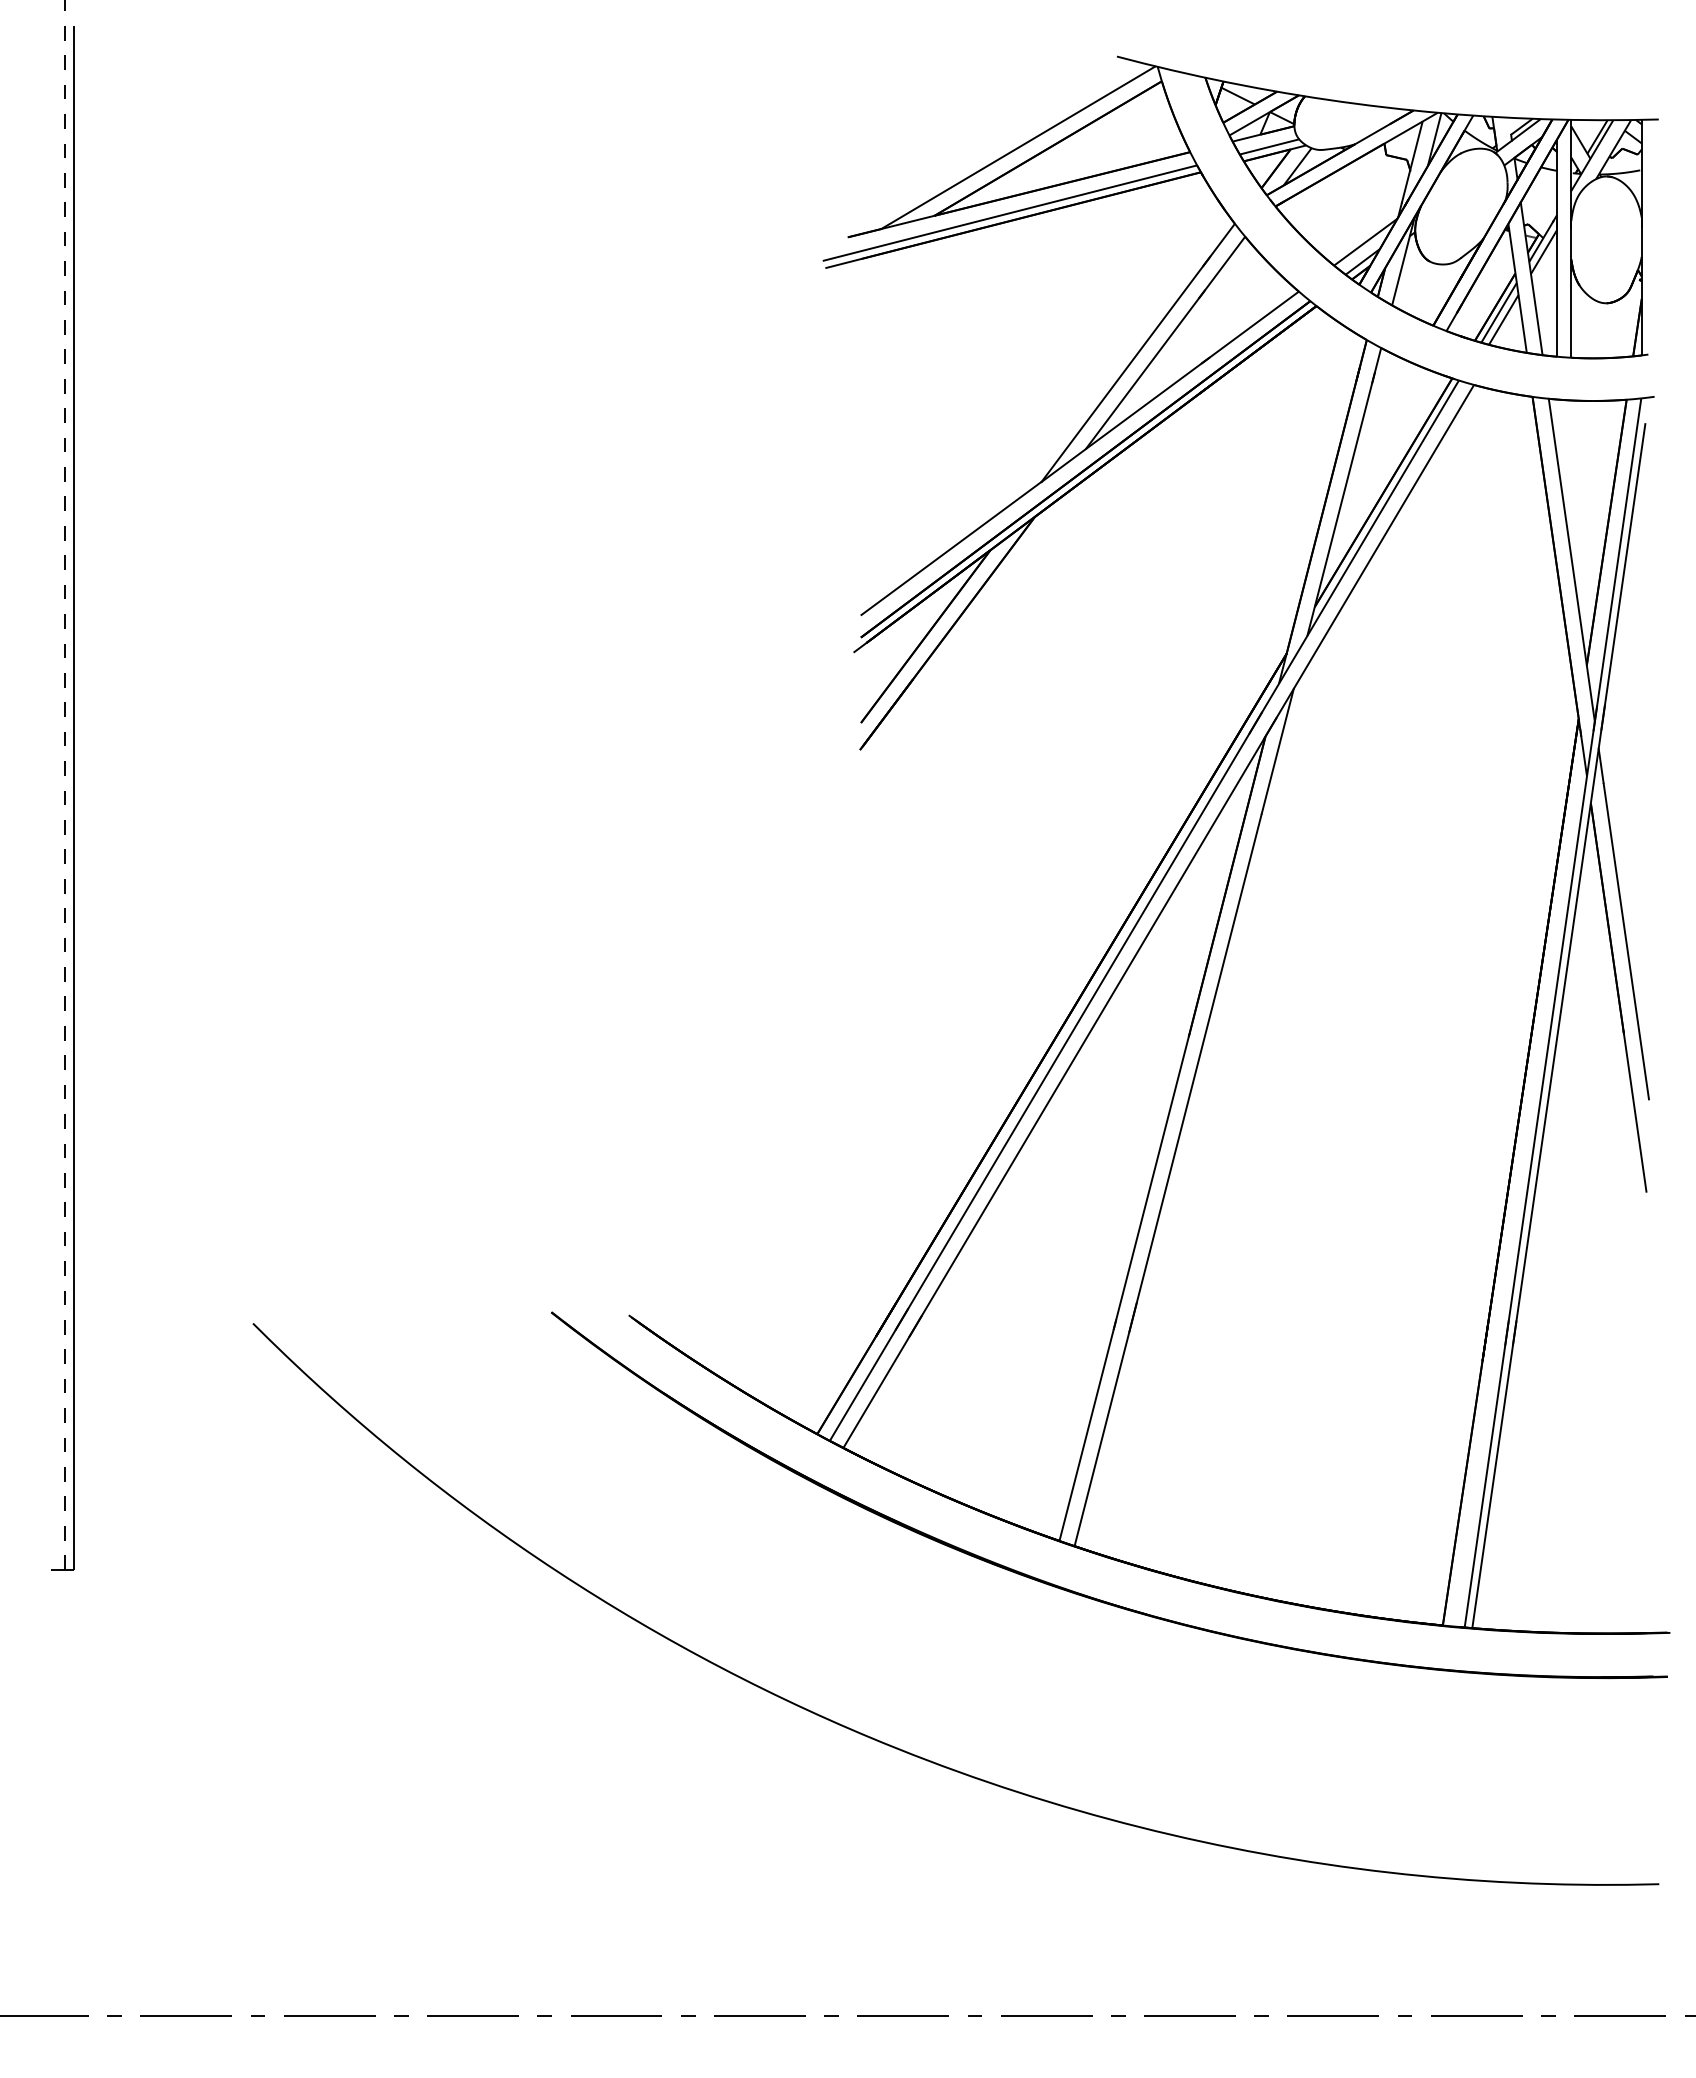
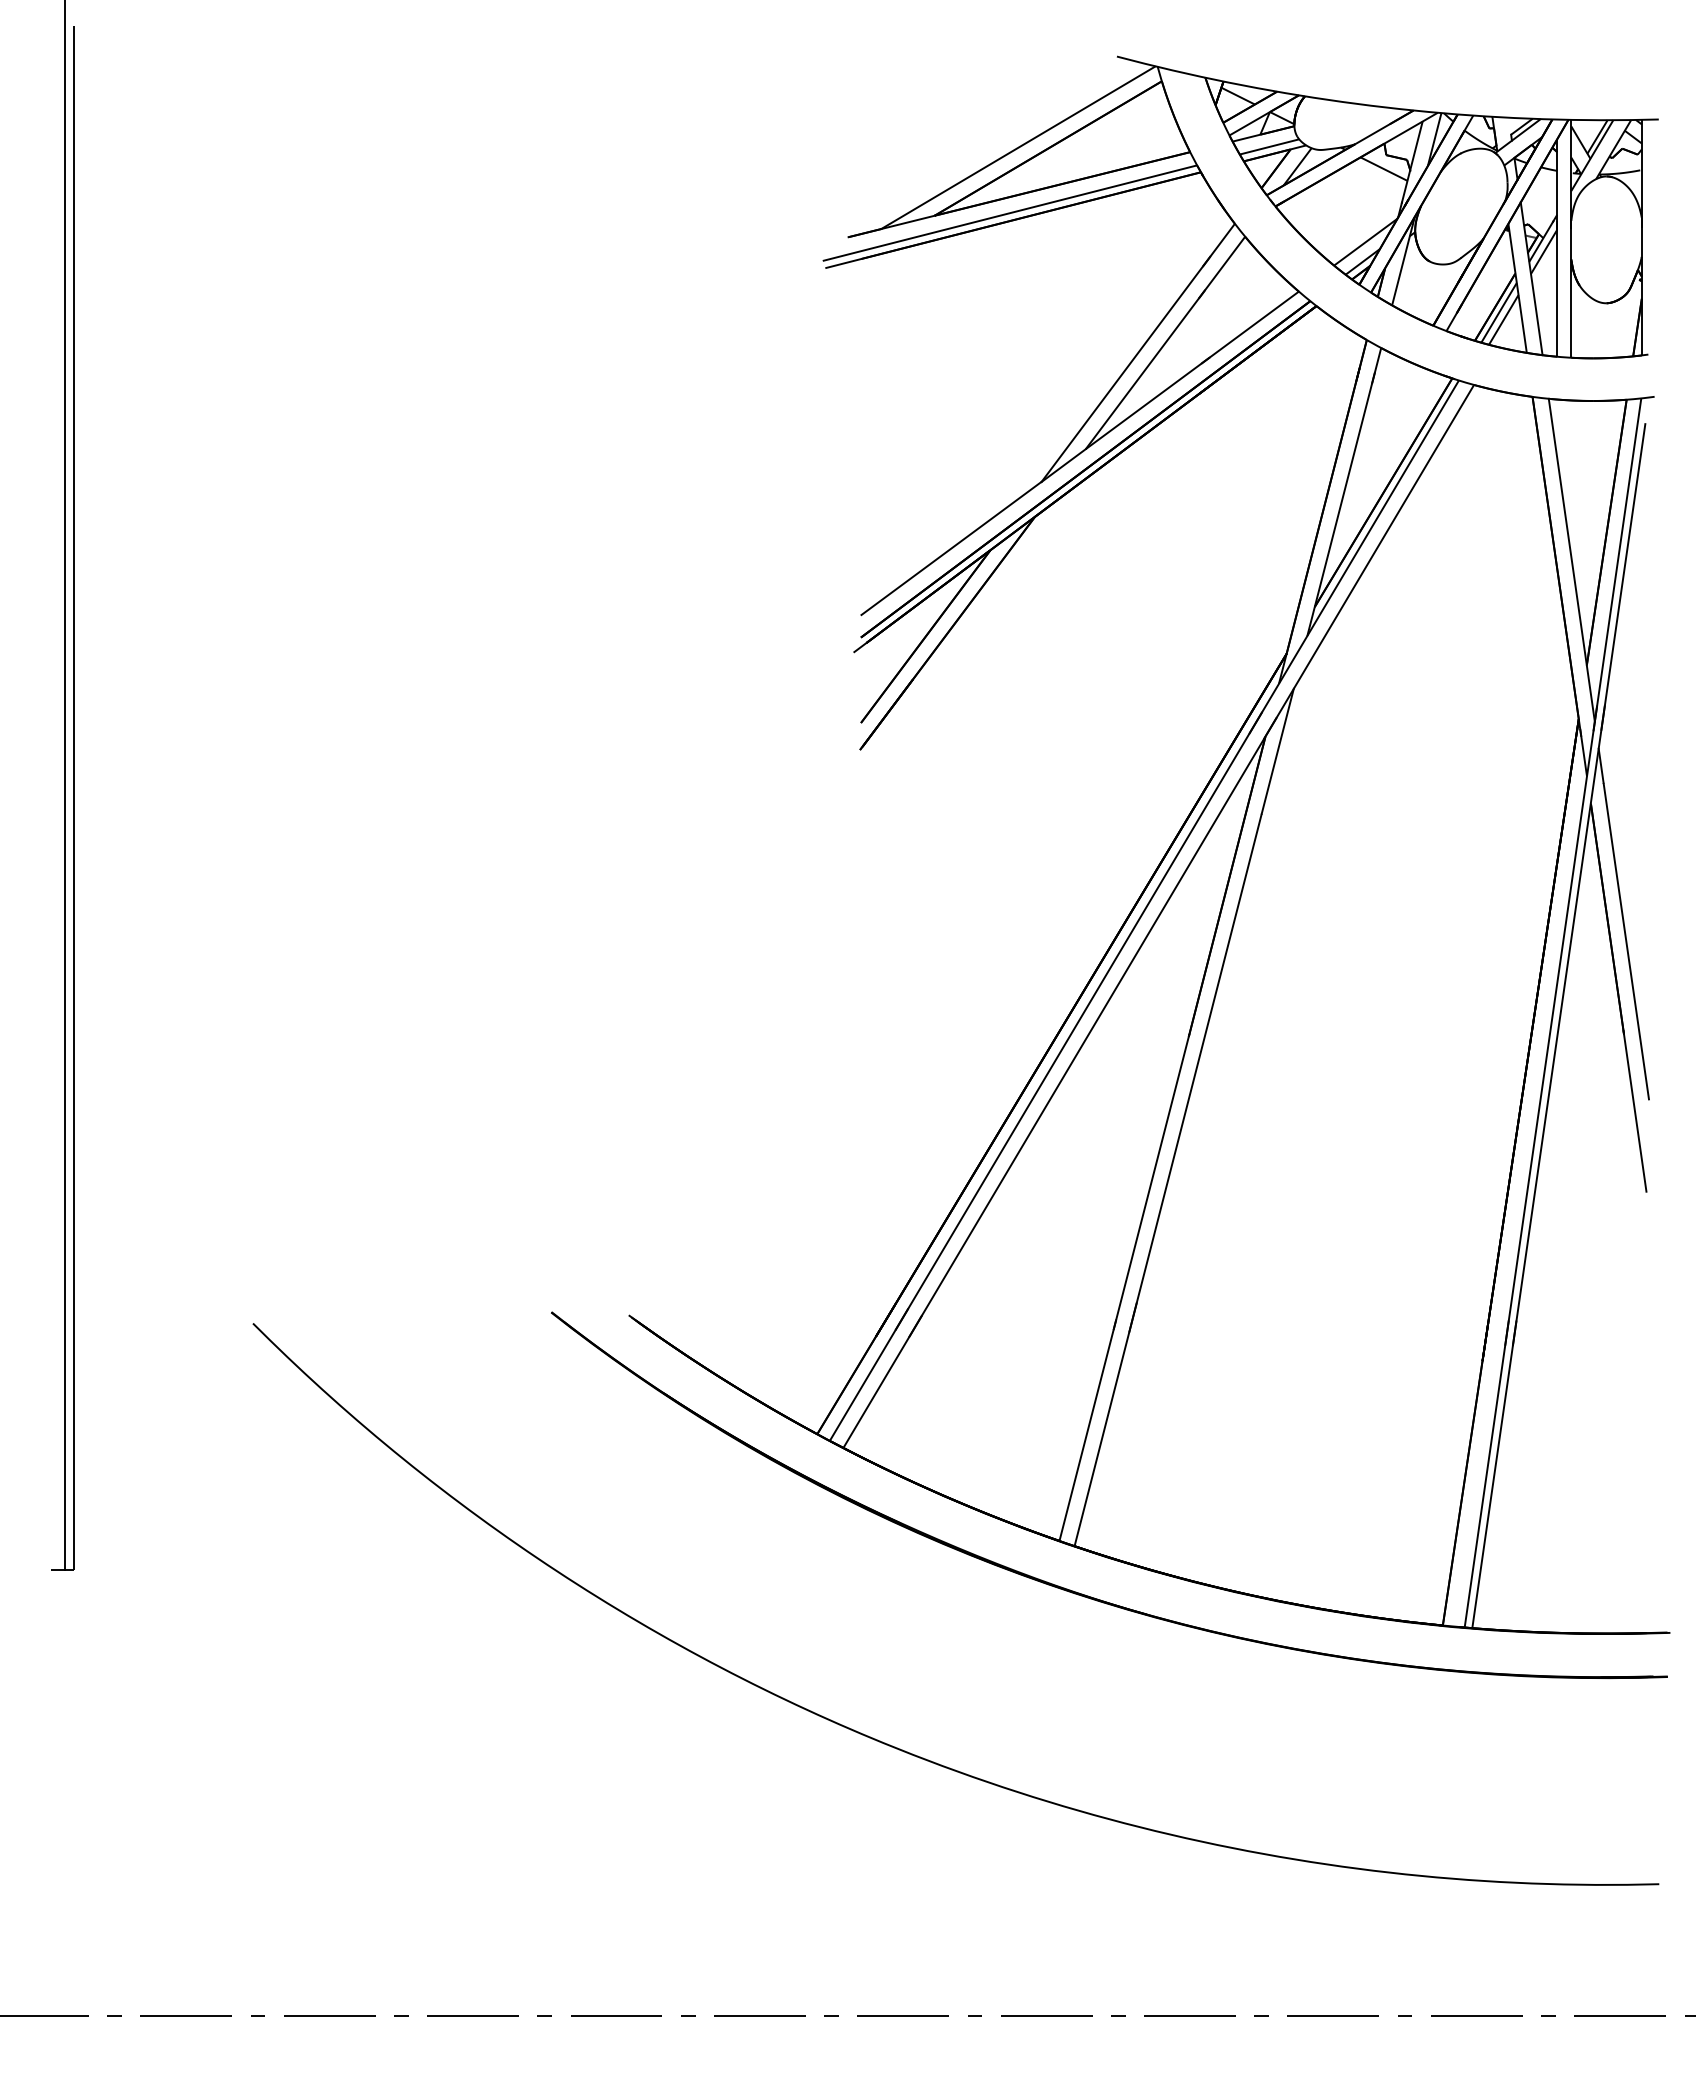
line at (1383, 168): none -> present
line at (65, 785): dashed -> solid
